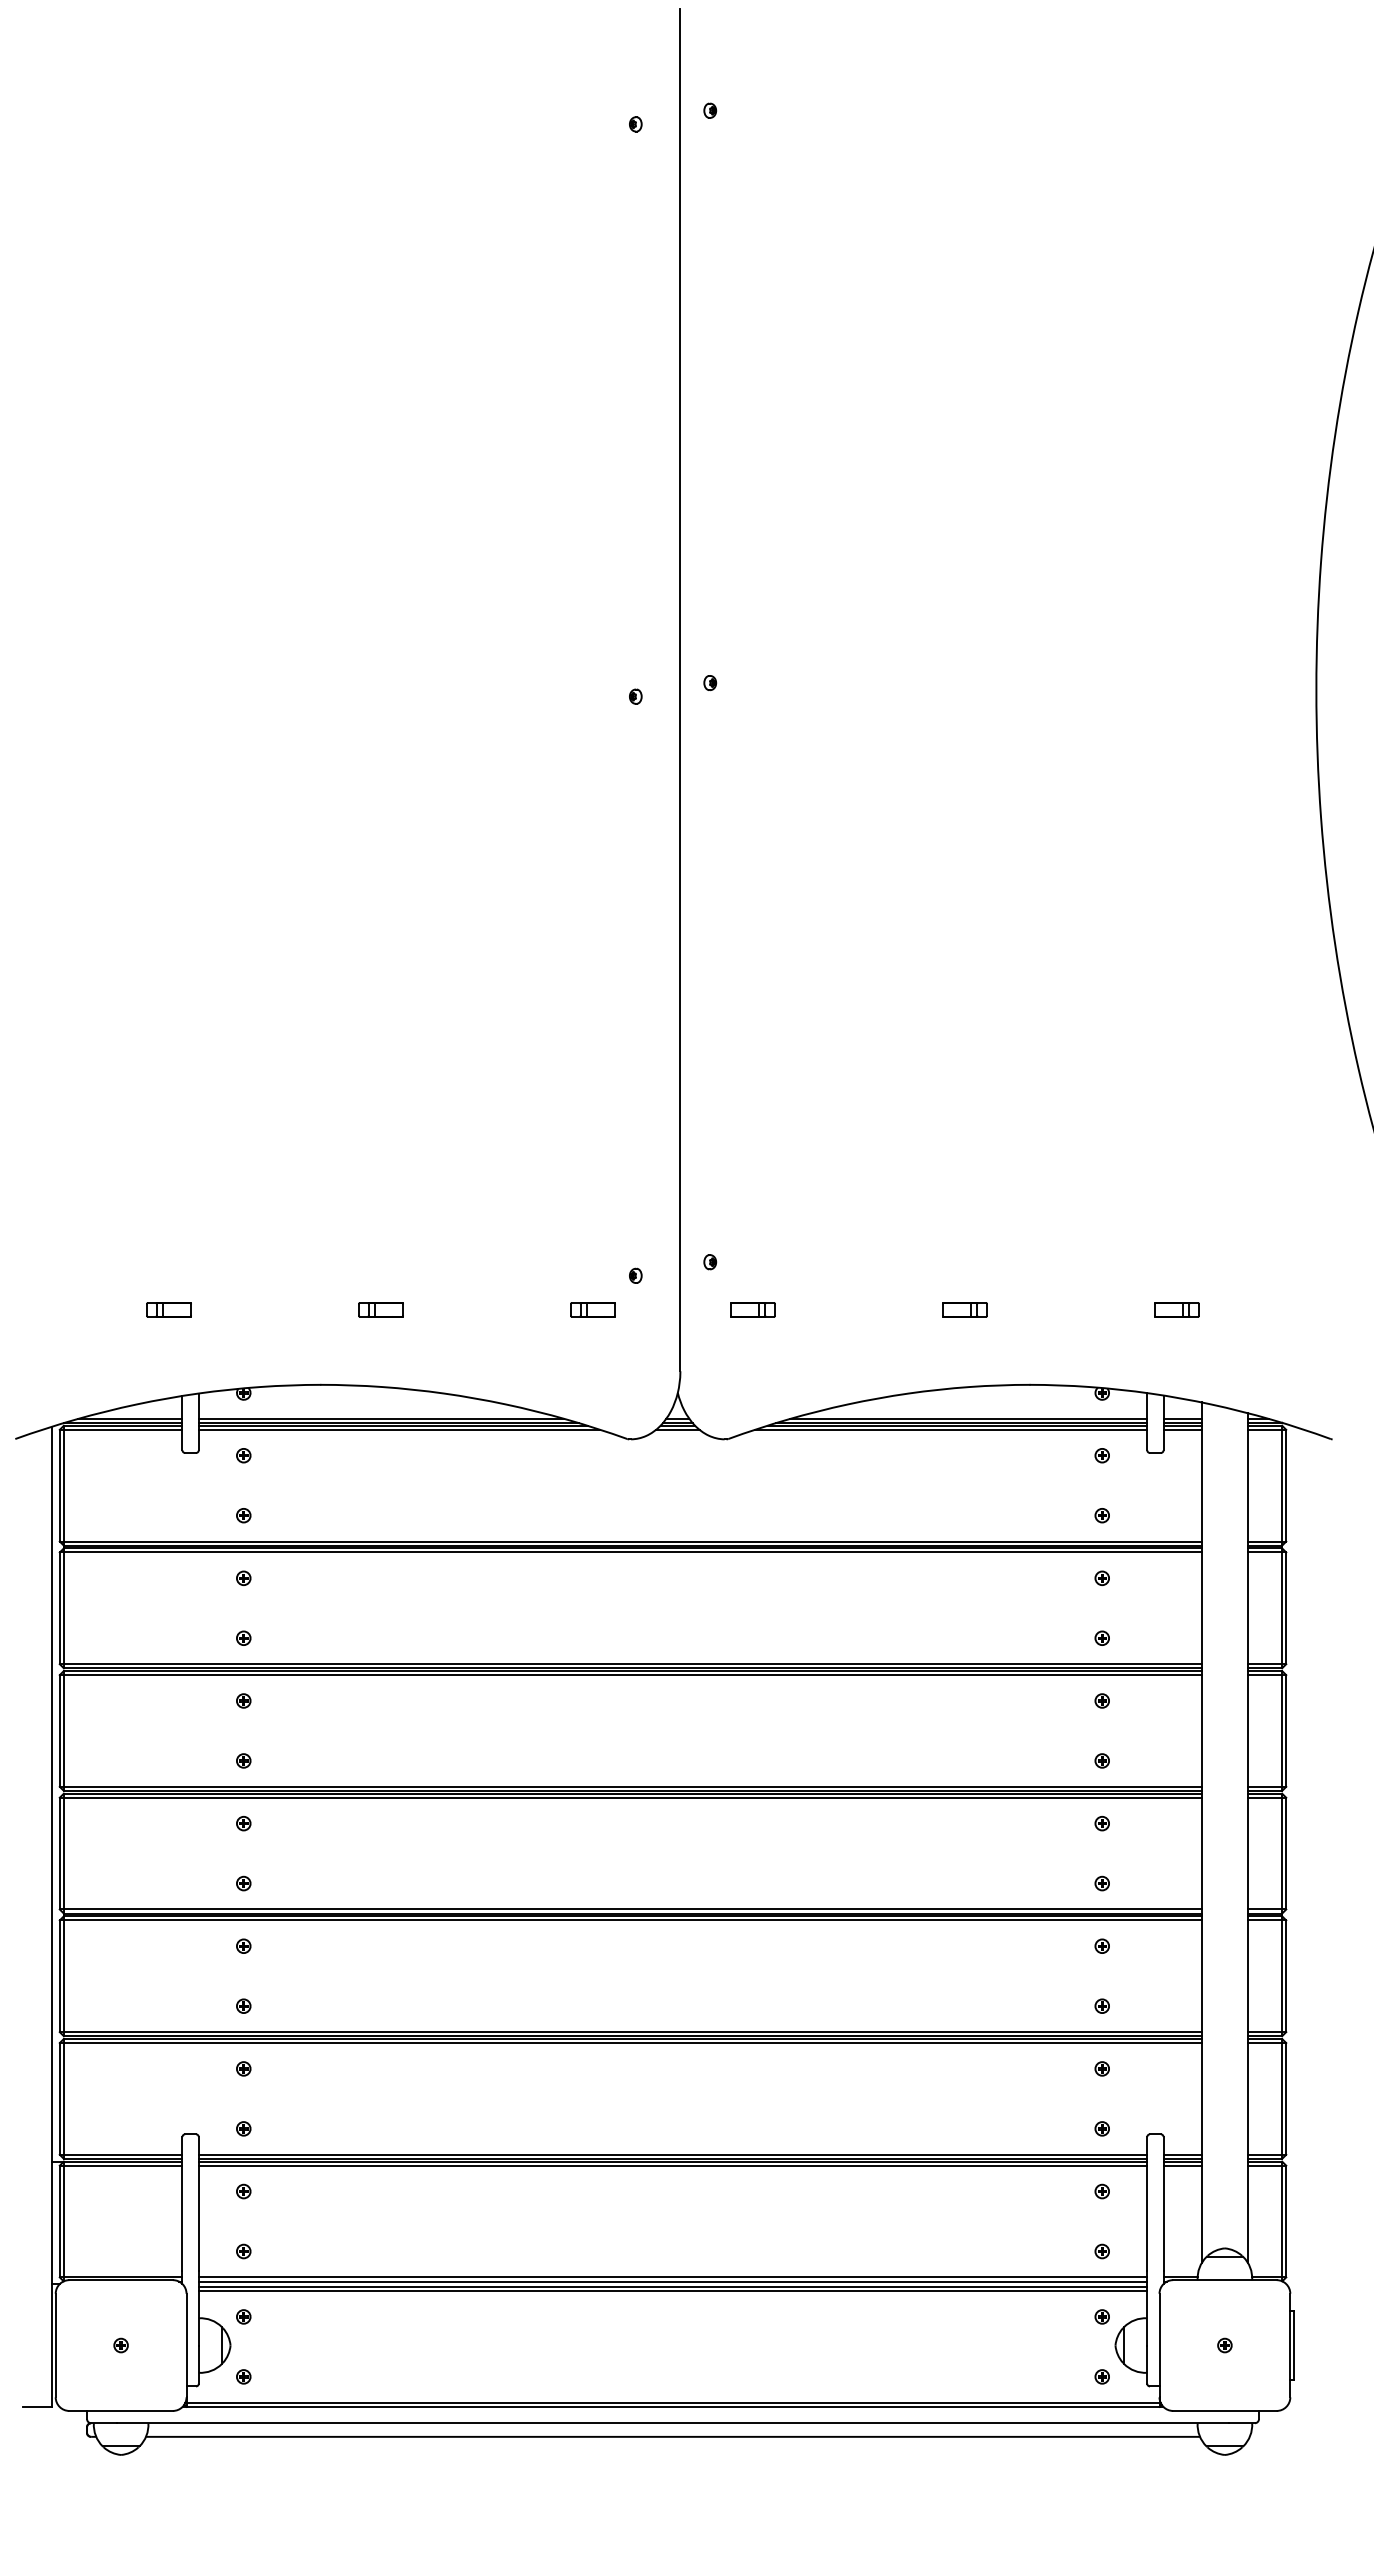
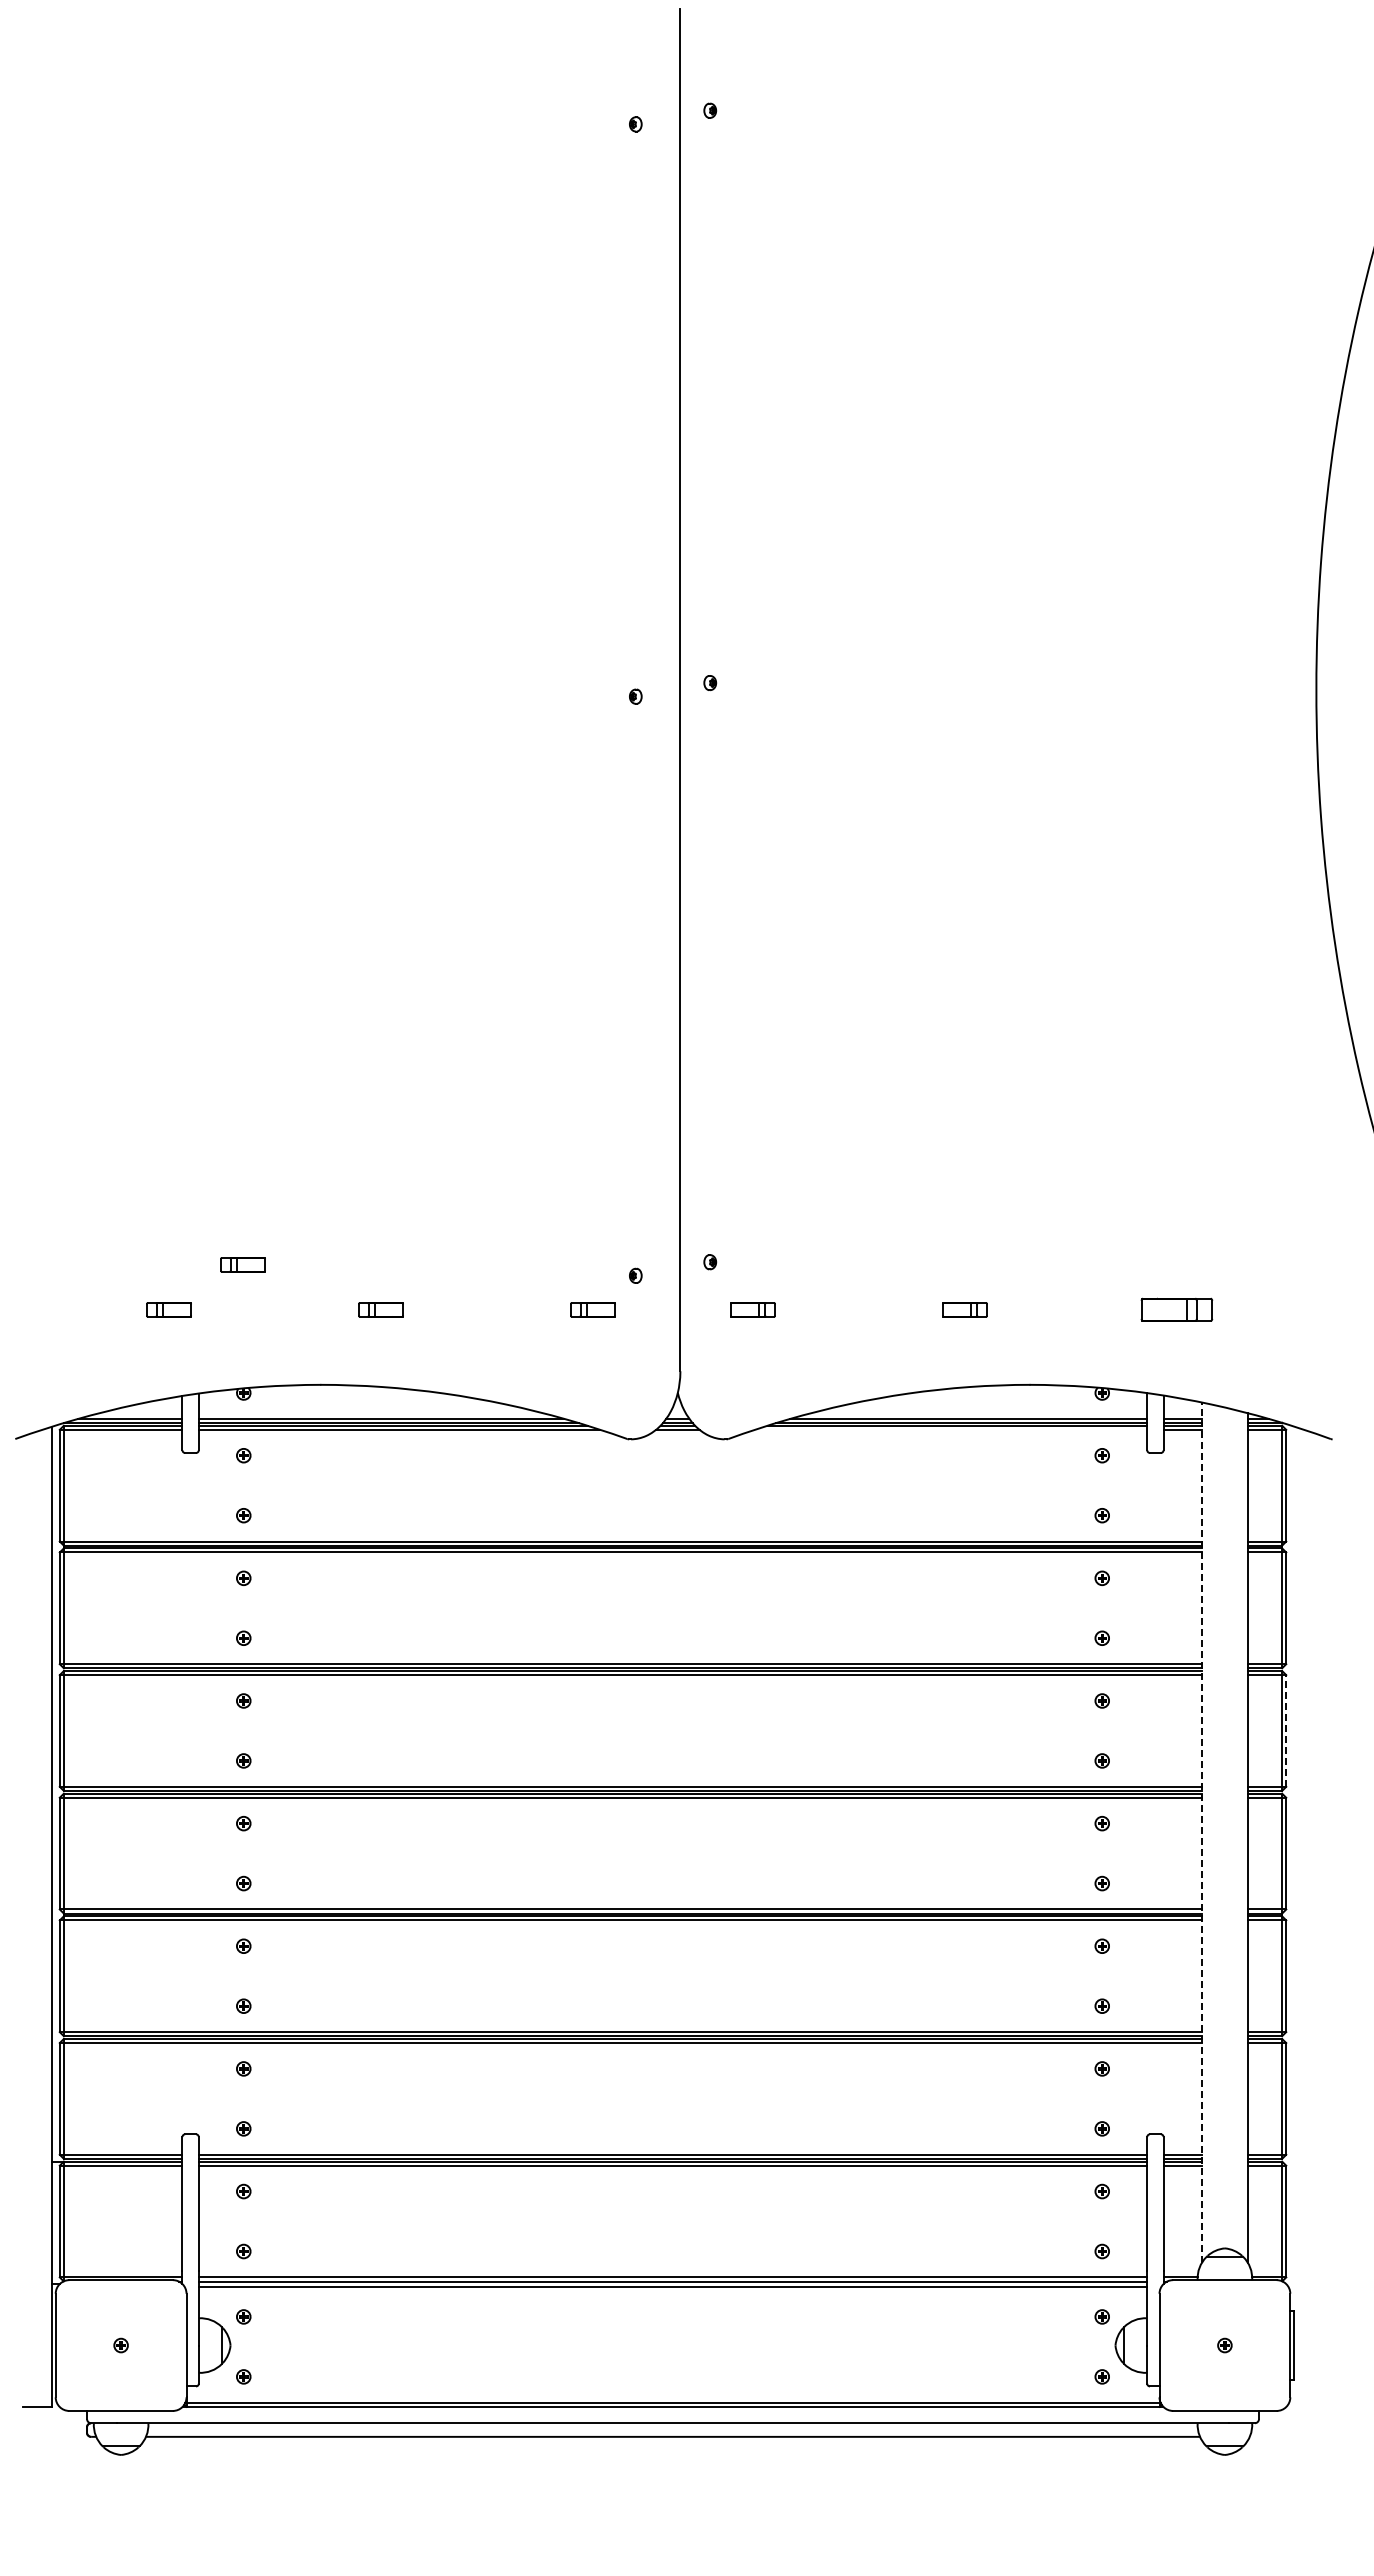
part at (242, 1264): none -> present
part at (1176, 1309) size: 46x16 px -> 74x25 px
line at (950, 1429): present -> none
line at (1286, 1730): solid -> dashed
line at (1201, 1832): solid -> dashed
line at (672, 2291): present -> none
